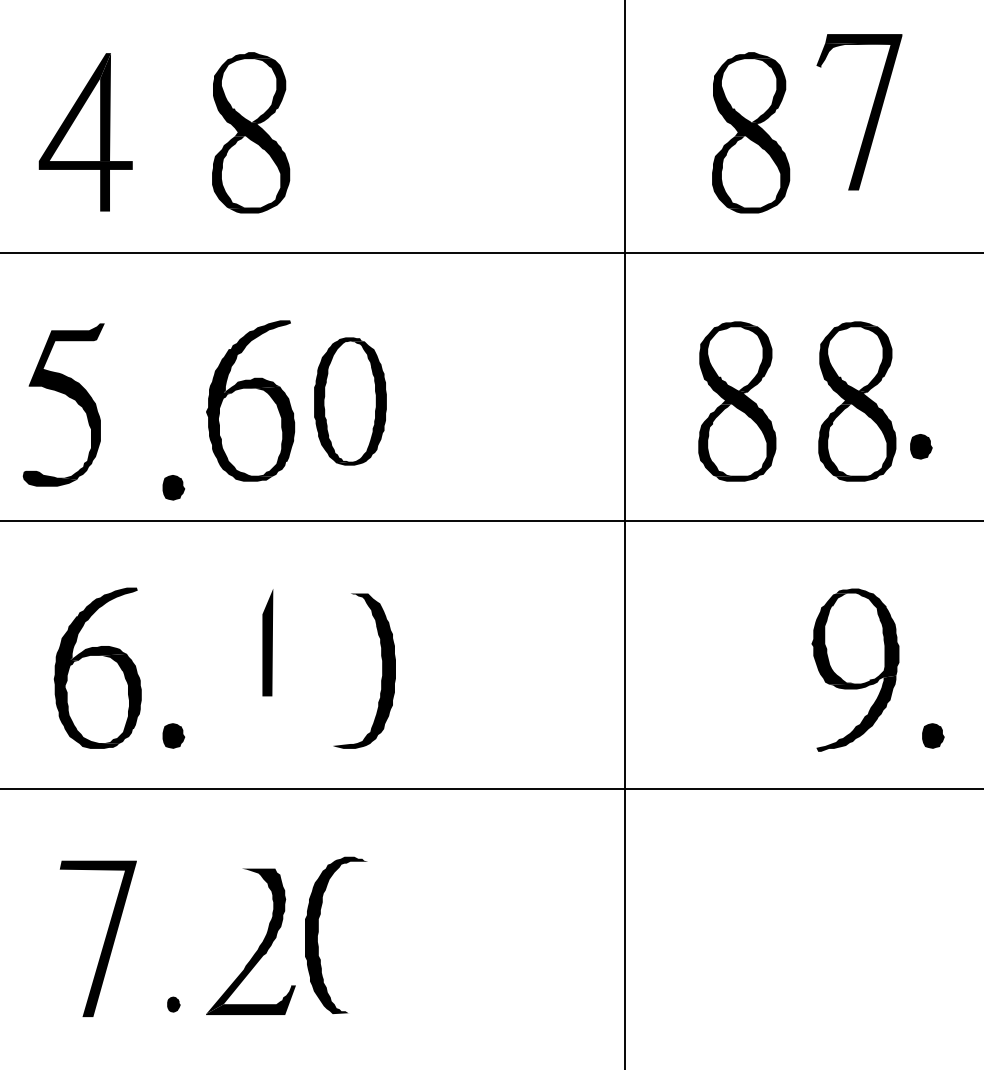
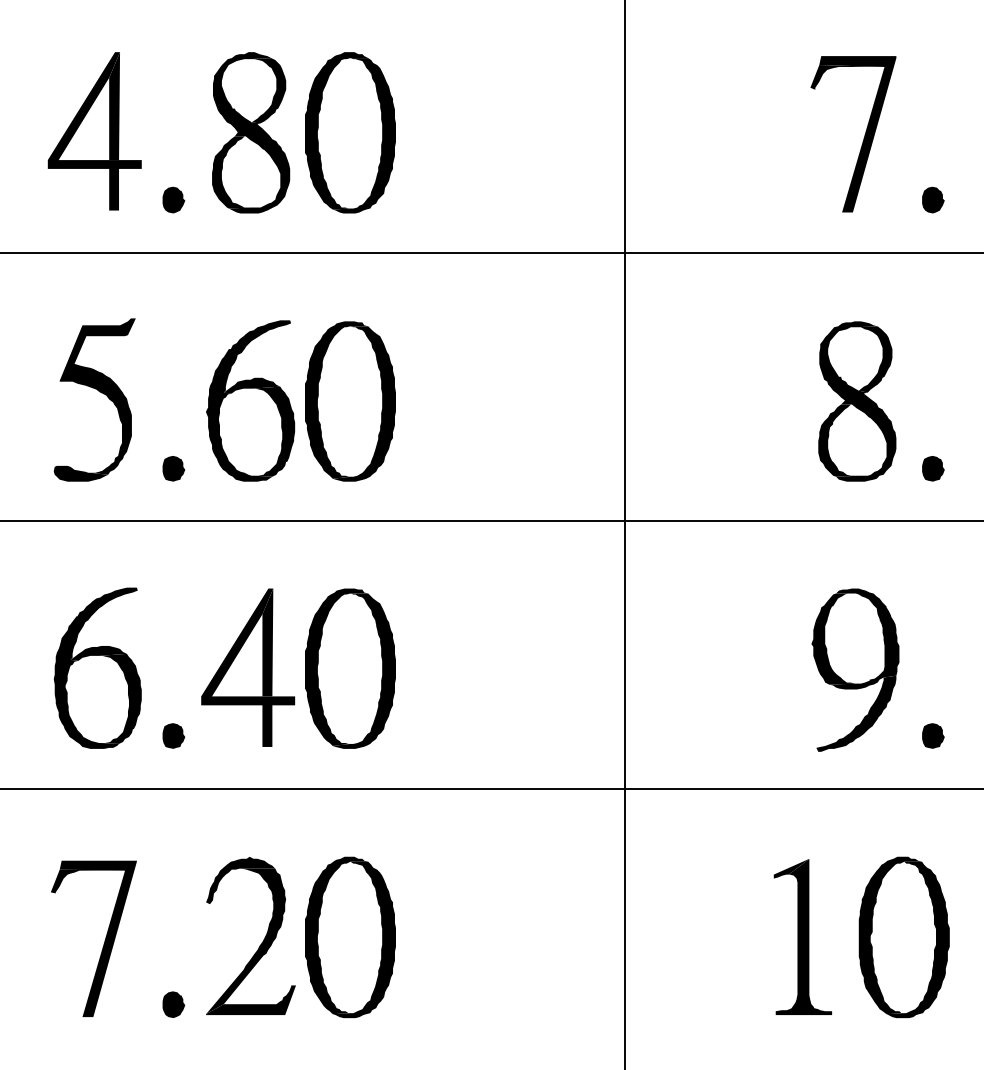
part at (869, 116) position: (869, 116) -> (863, 138)
part at (85, 132) position: (85, 132) -> (94, 131)
part at (350, 132): none -> present
part at (751, 132): present -> none
fill at (173, 199): none -> present
fill at (933, 199): none -> present
part at (68, 397) position: (68, 397) -> (99, 392)
part at (350, 401) size: 73x129 px -> 91x161 px
part at (737, 401): present -> none
part at (921, 446) position: (921, 446) -> (933, 468)
part at (173, 487) position: (173, 487) -> (173, 468)
fill at (336, 666): none -> present
fill at (248, 667): none -> present
fill at (240, 880): none -> present
fill at (87, 881): none -> present
part at (802, 936): none -> present
part at (903, 937): none -> present
fill at (363, 939): none -> present
part at (173, 1004) size: 14x17 px -> 24x27 px
